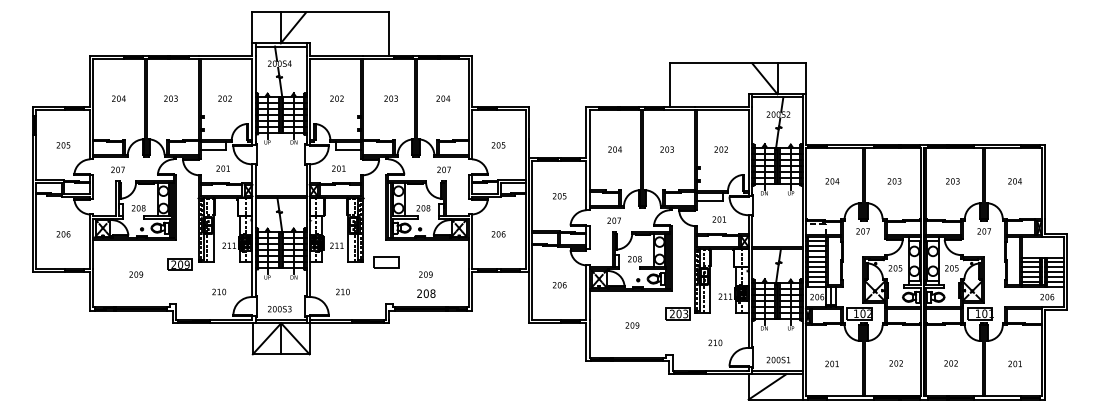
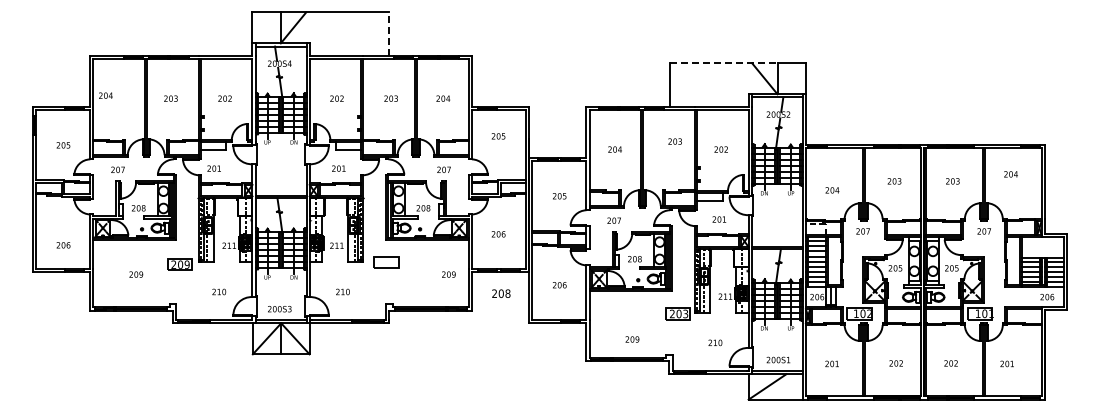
line at (388, 34): solid -> dashed
line at (723, 63): solid -> dashed
text at (118, 98) position: (118, 98) -> (105, 95)
text at (498, 145) position: (498, 145) -> (498, 136)
text at (666, 149) position: (666, 149) -> (674, 141)
text at (222, 168) position: (222, 168) -> (213, 168)
text at (832, 181) position: (832, 181) -> (832, 190)
text at (1014, 181) position: (1014, 181) -> (1010, 174)
text at (63, 234) position: (63, 234) -> (63, 245)
text at (425, 274) position: (425, 274) -> (448, 274)
text at (426, 293) position: (426, 293) -> (501, 293)
text at (632, 325) position: (632, 325) -> (632, 339)
text at (1014, 363) position: (1014, 363) -> (1006, 363)
